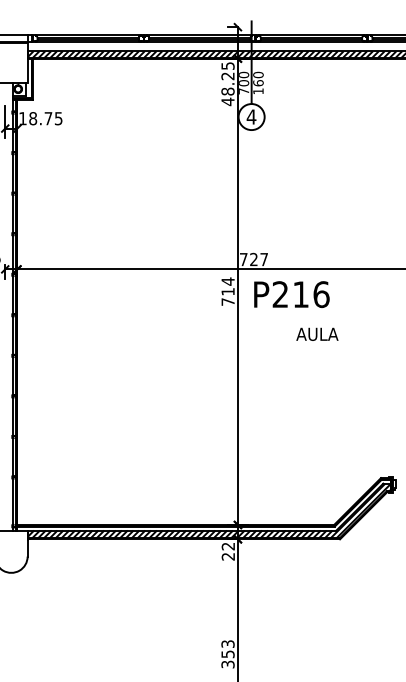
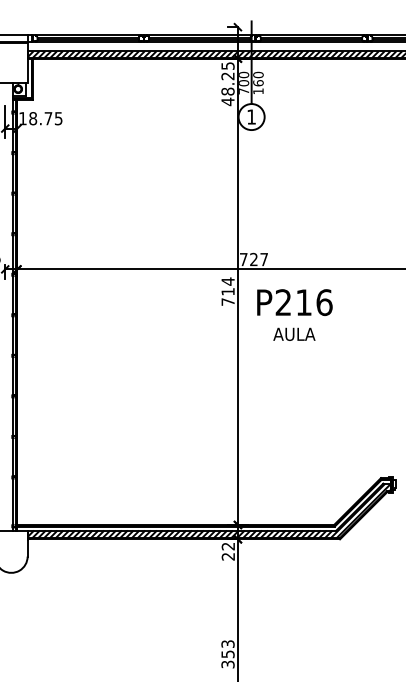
text at (251, 116): 4 -> 1
text at (291, 294) position: (291, 294) -> (294, 302)
text at (317, 333) position: (317, 333) -> (294, 333)
